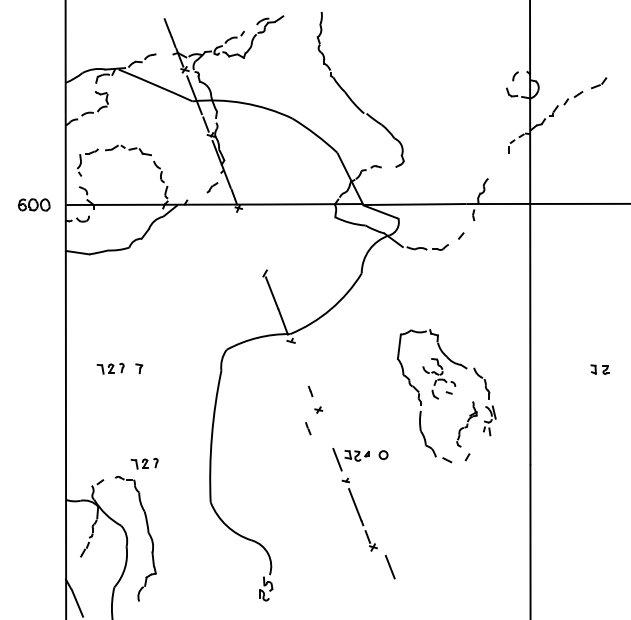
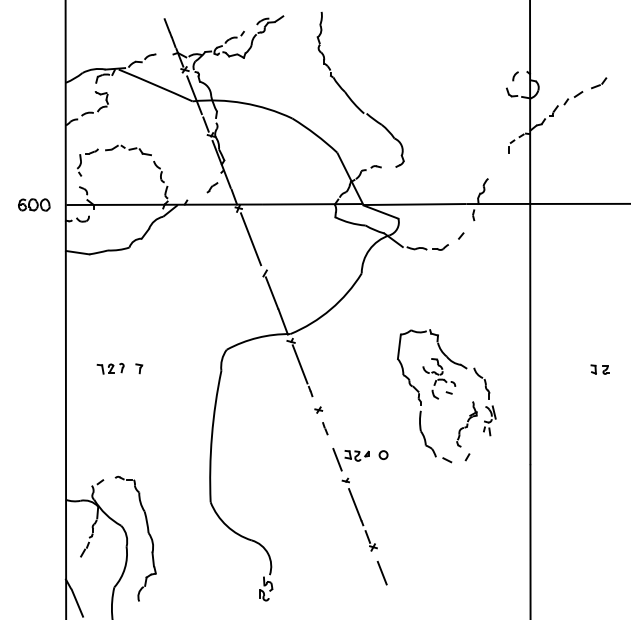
line at (250, 239): none -> present
line at (299, 364): none -> present
line at (308, 428) position: (308, 428) -> (325, 428)
part at (144, 463): present -> none
line at (389, 566) position: (389, 566) -> (381, 572)
